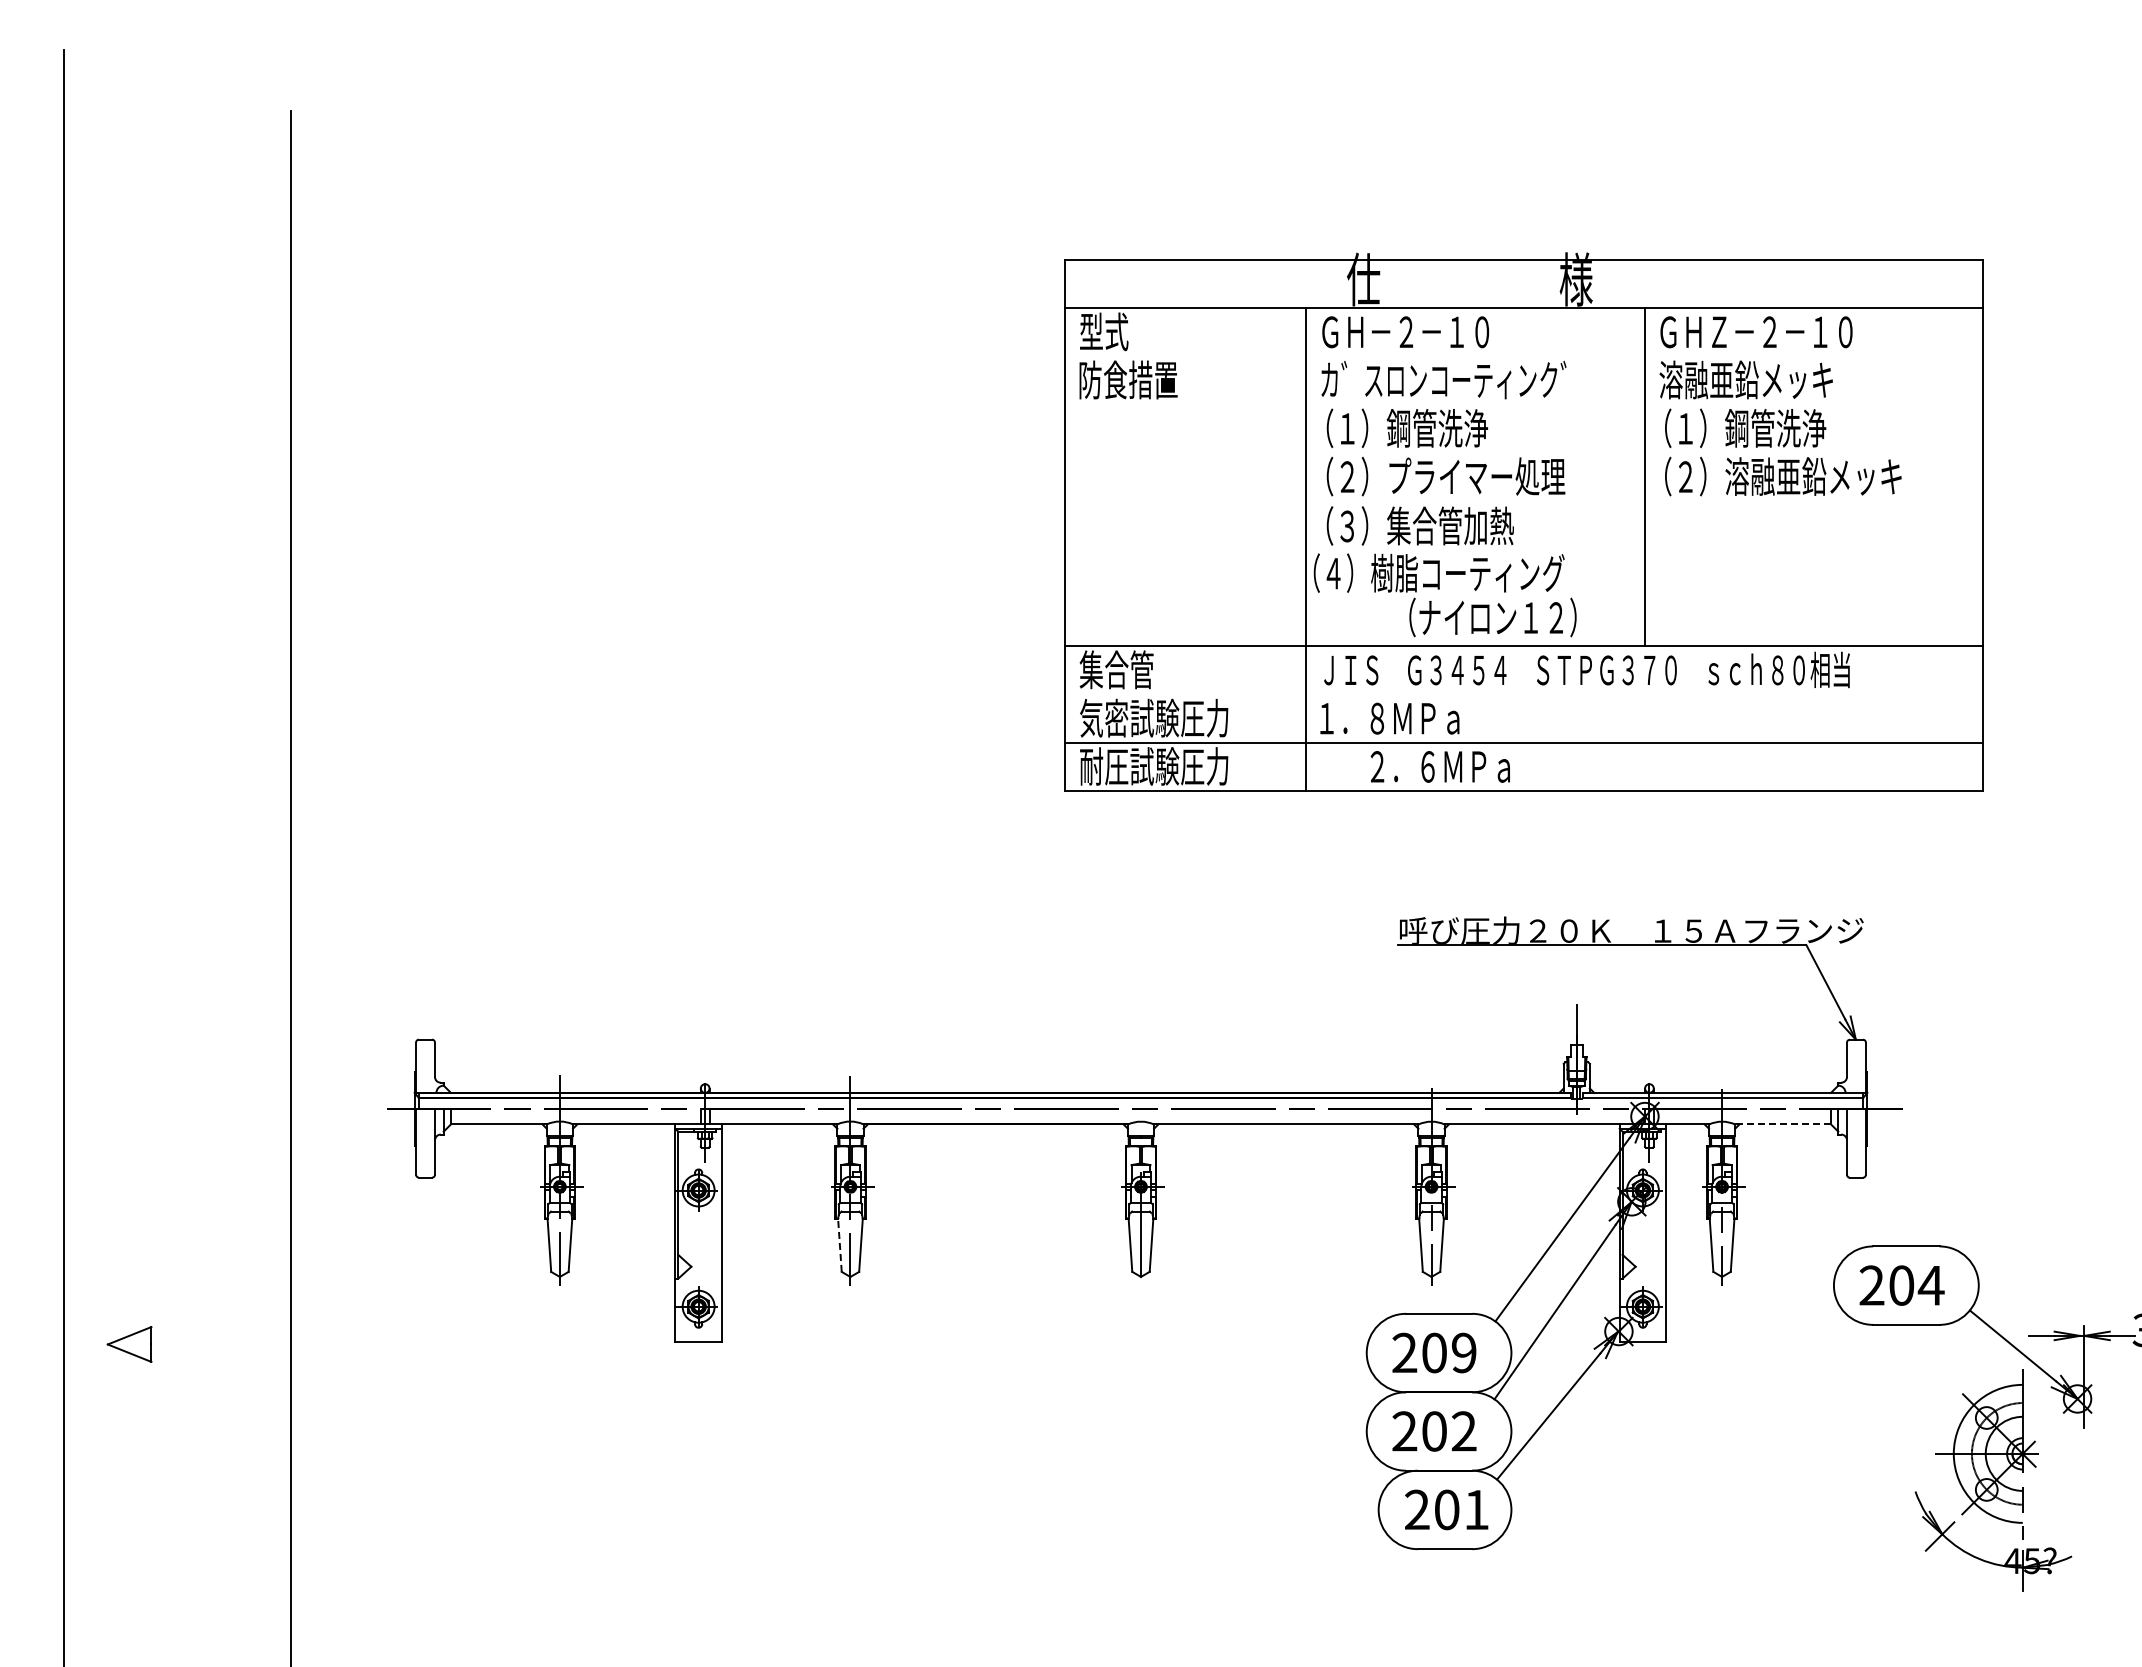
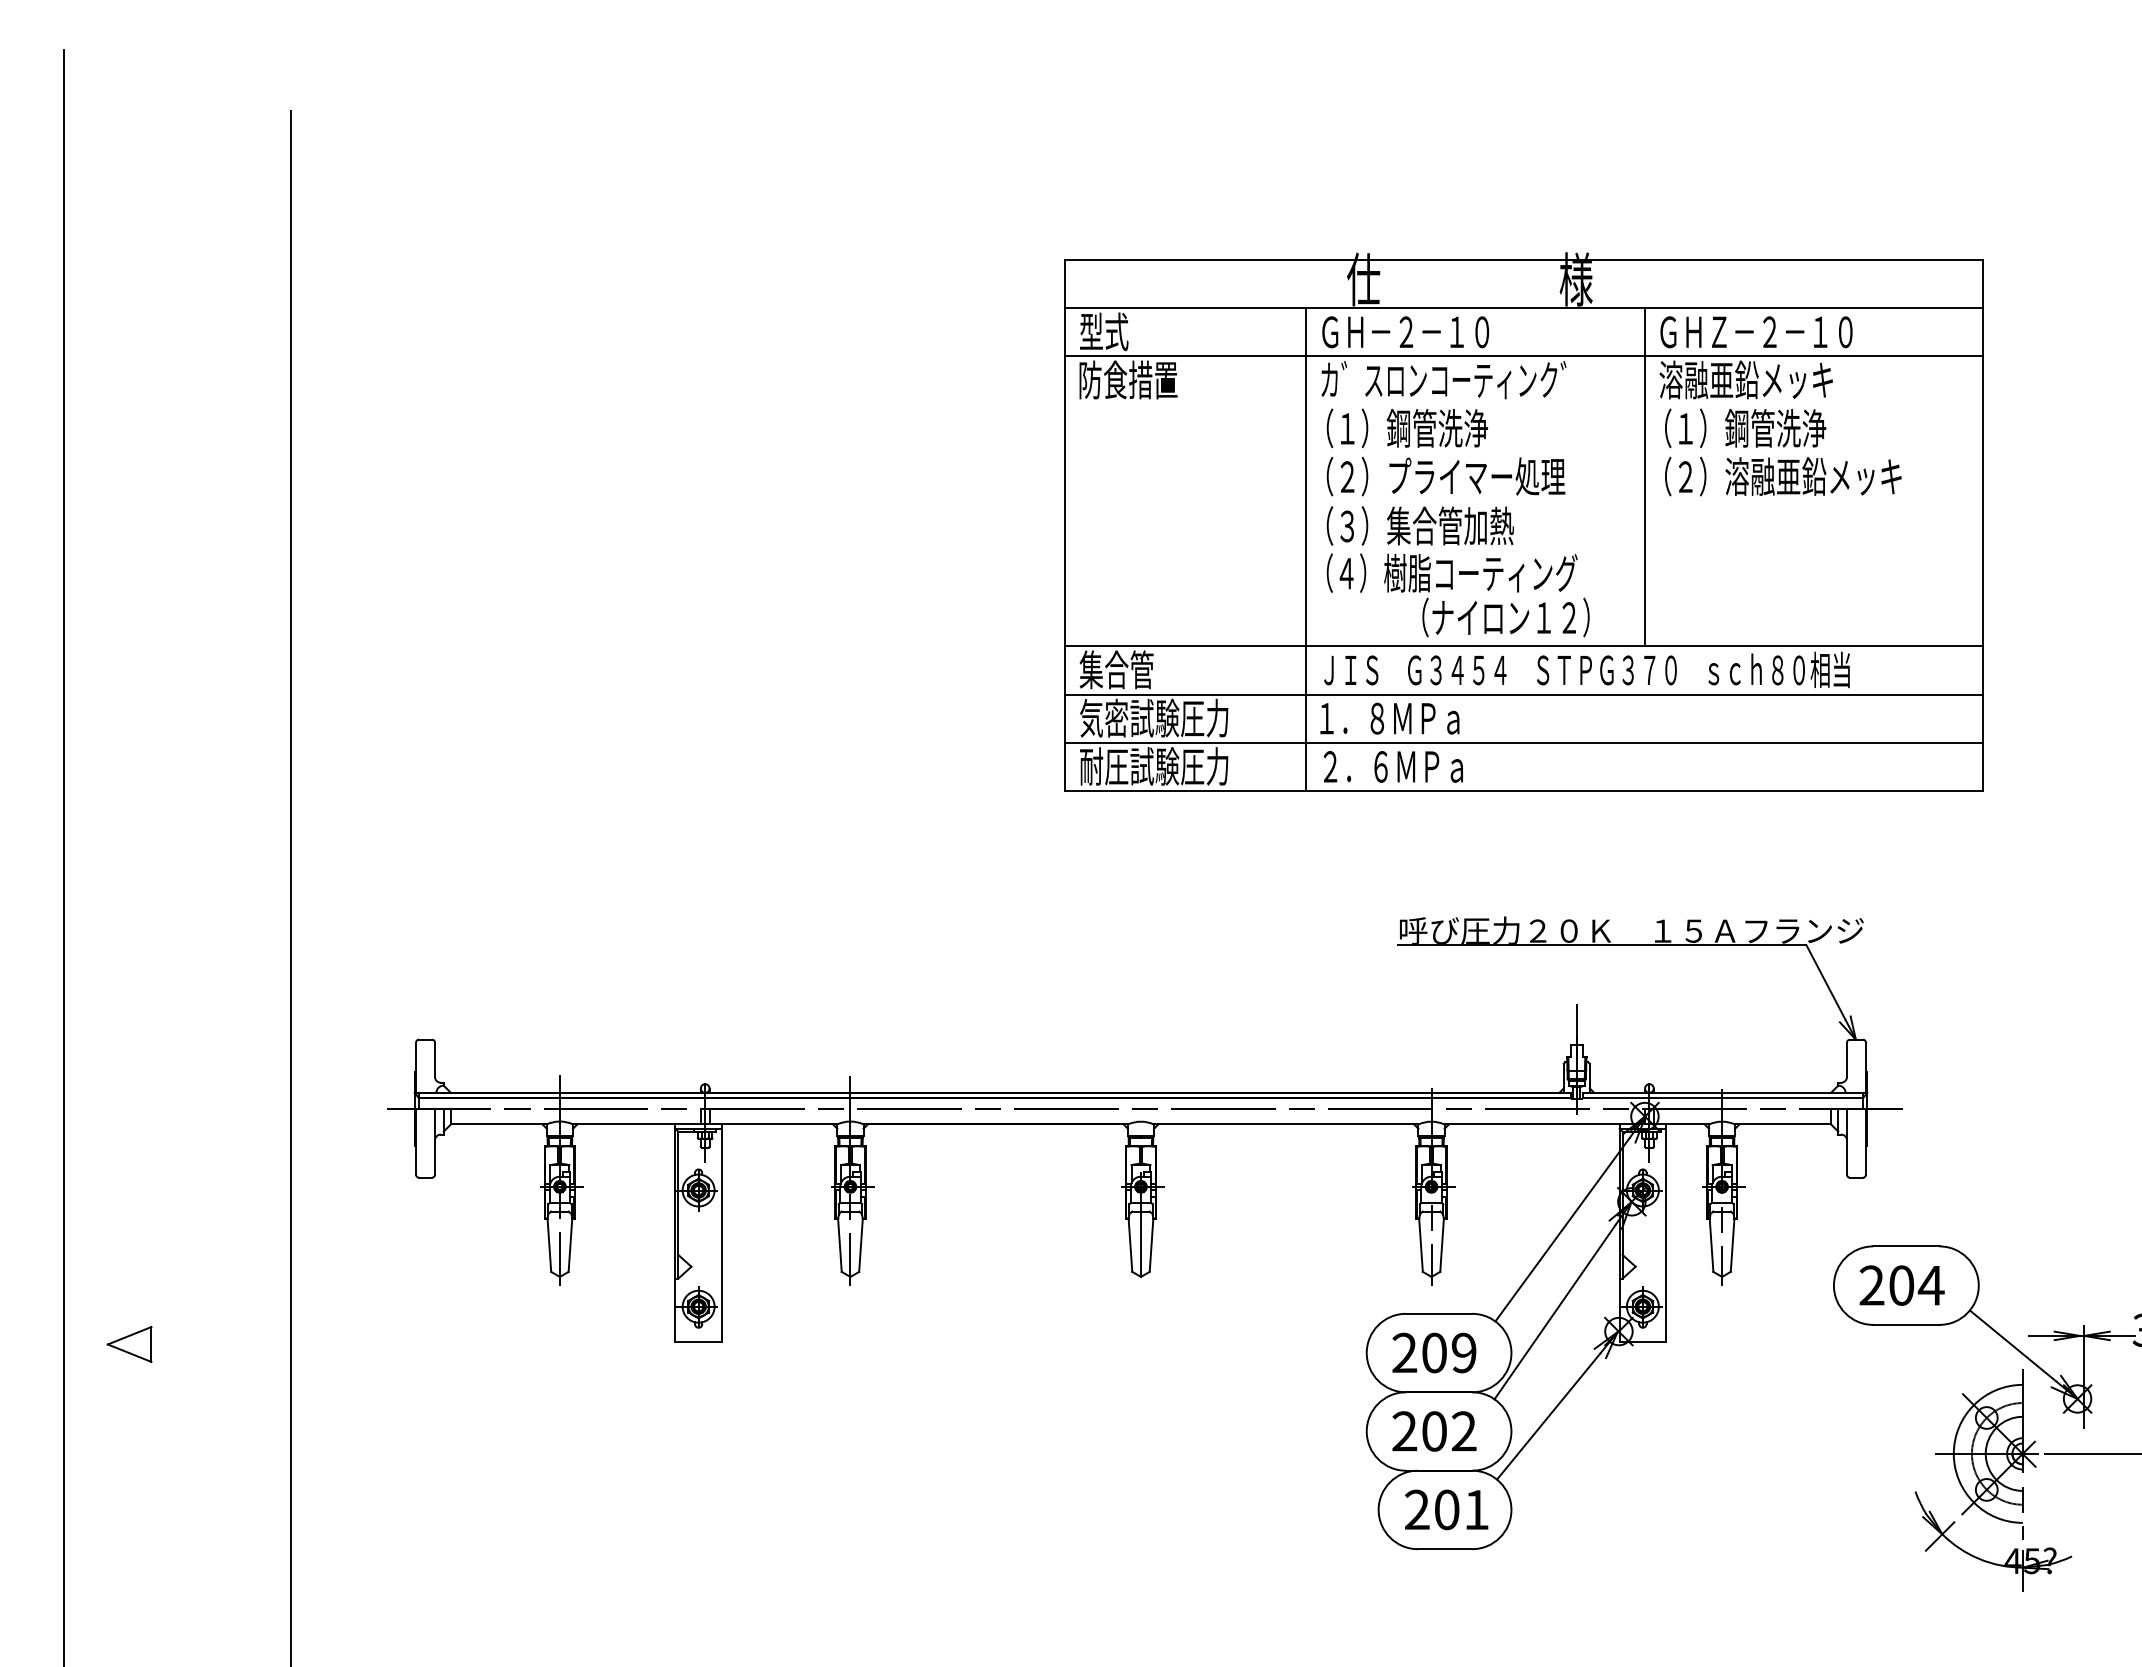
line at (1523, 356): none -> present
text at (1444, 595) position: (1444, 595) -> (1457, 595)
line at (1523, 694): none -> present
text at (1439, 766) position: (1439, 766) -> (1392, 766)
line at (1783, 1124): dashed -> solid
line at (839, 1245): dashed -> solid
line at (2091, 1453): none -> present
